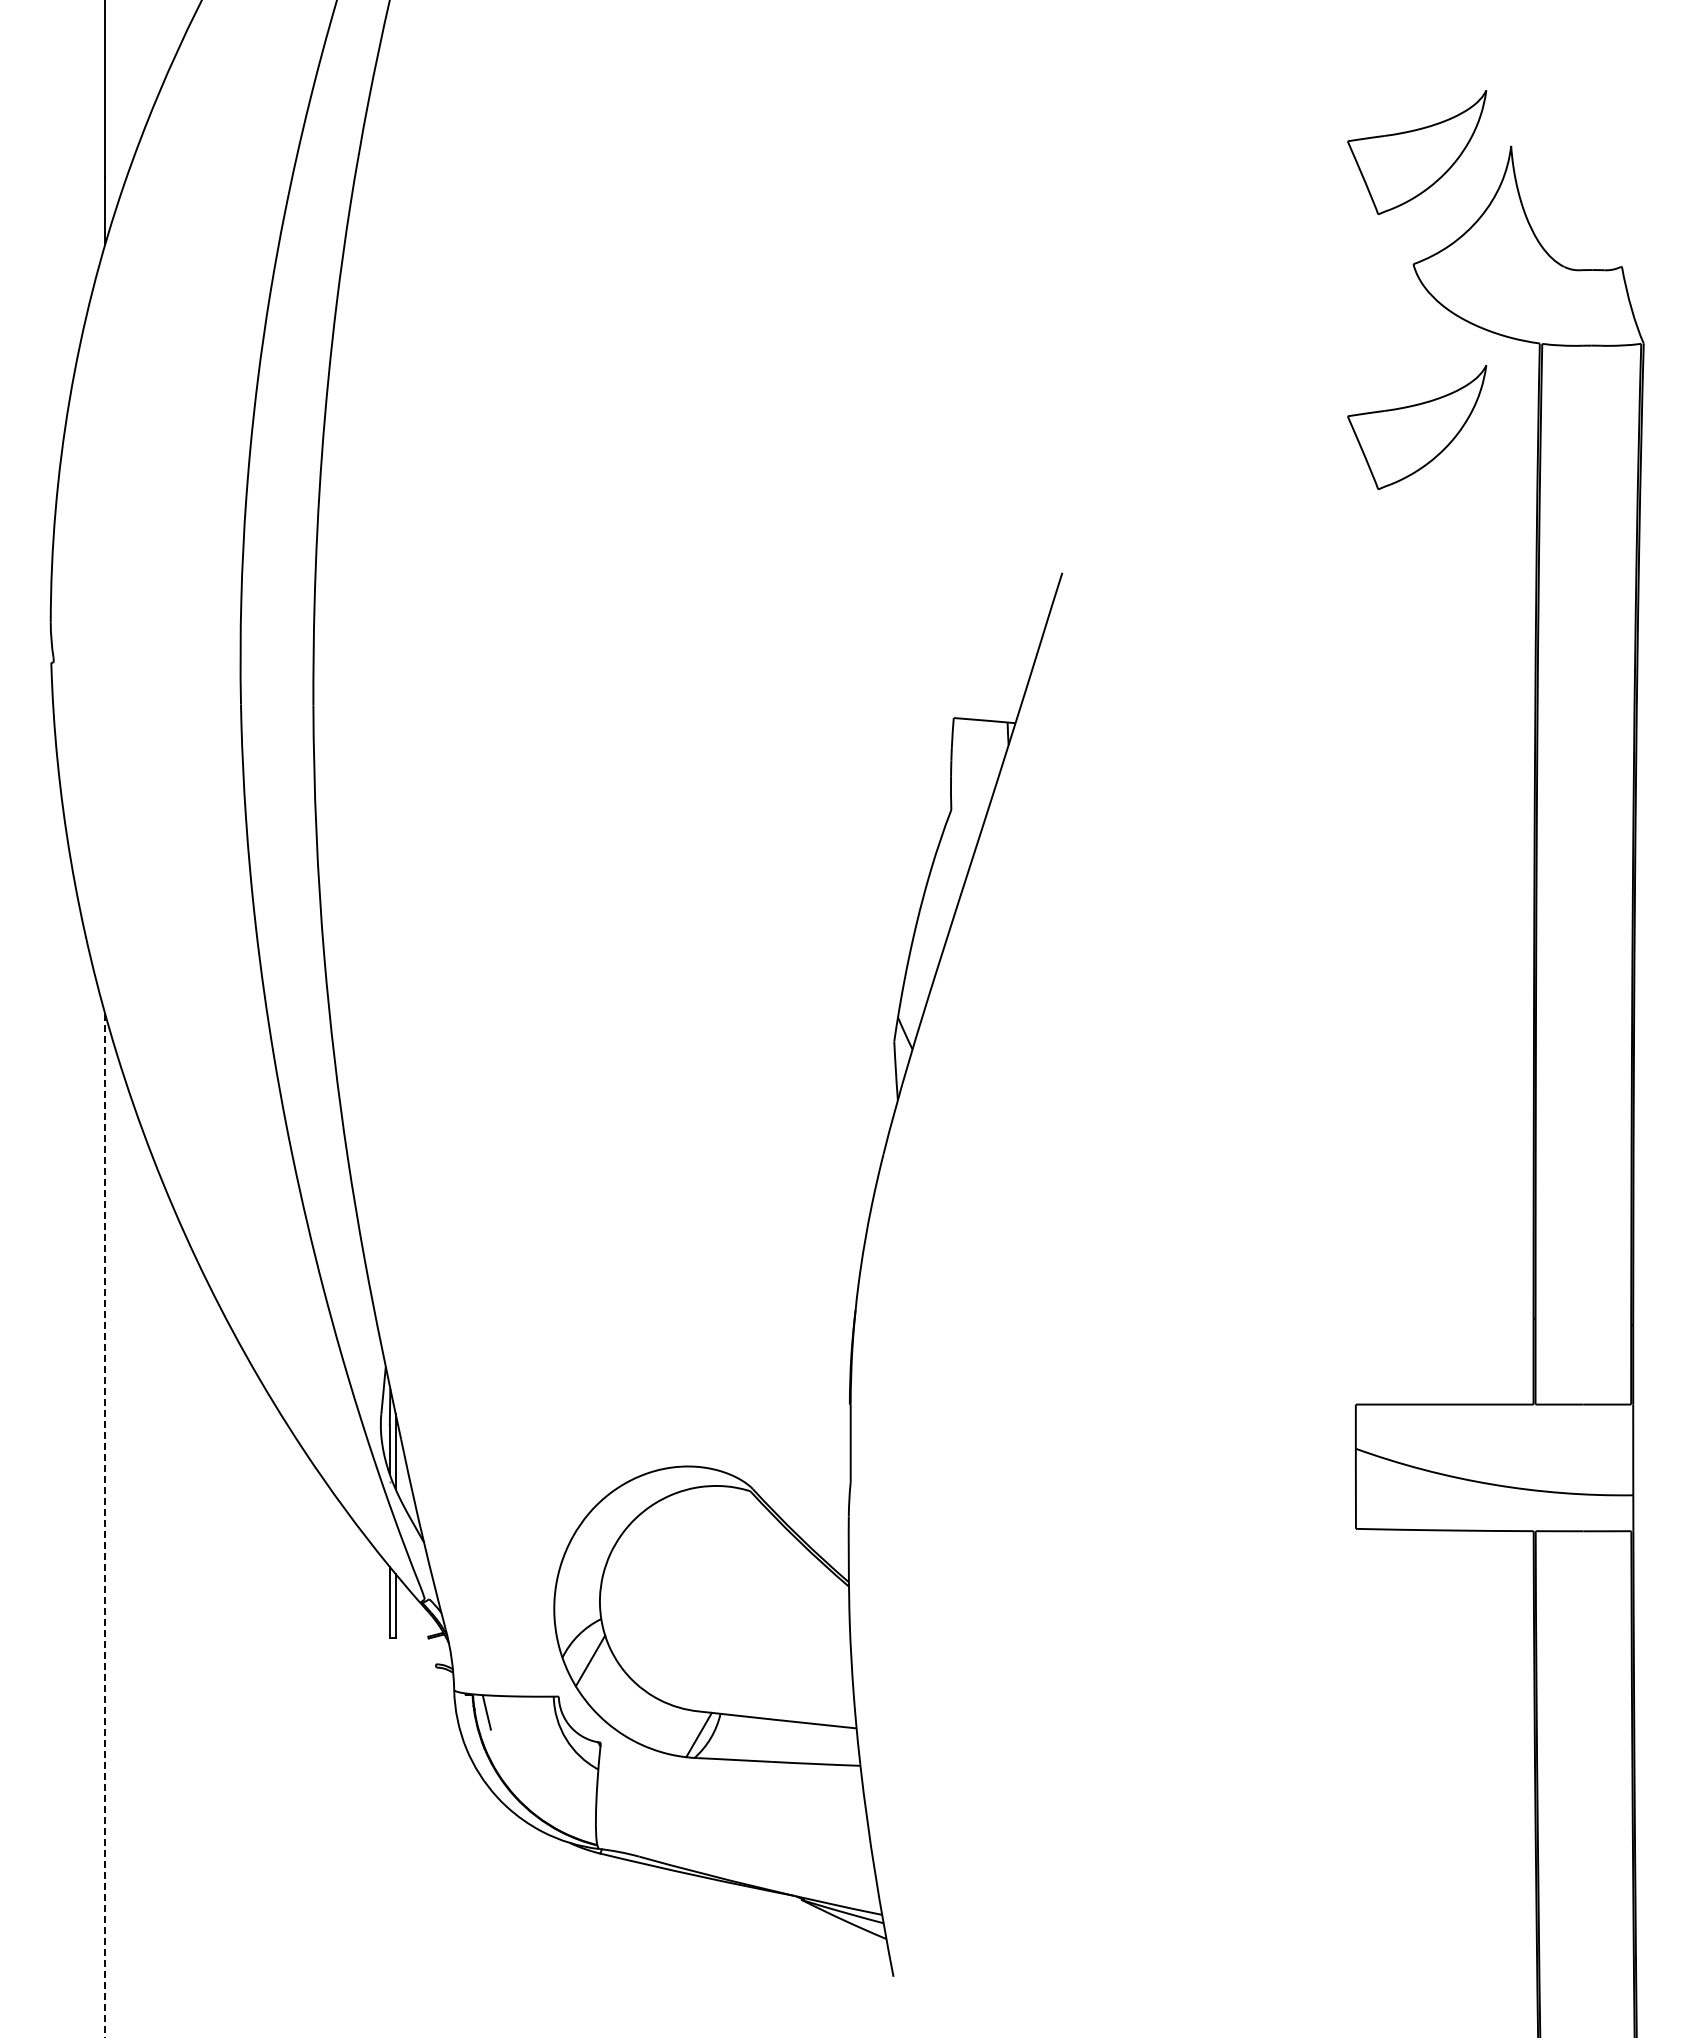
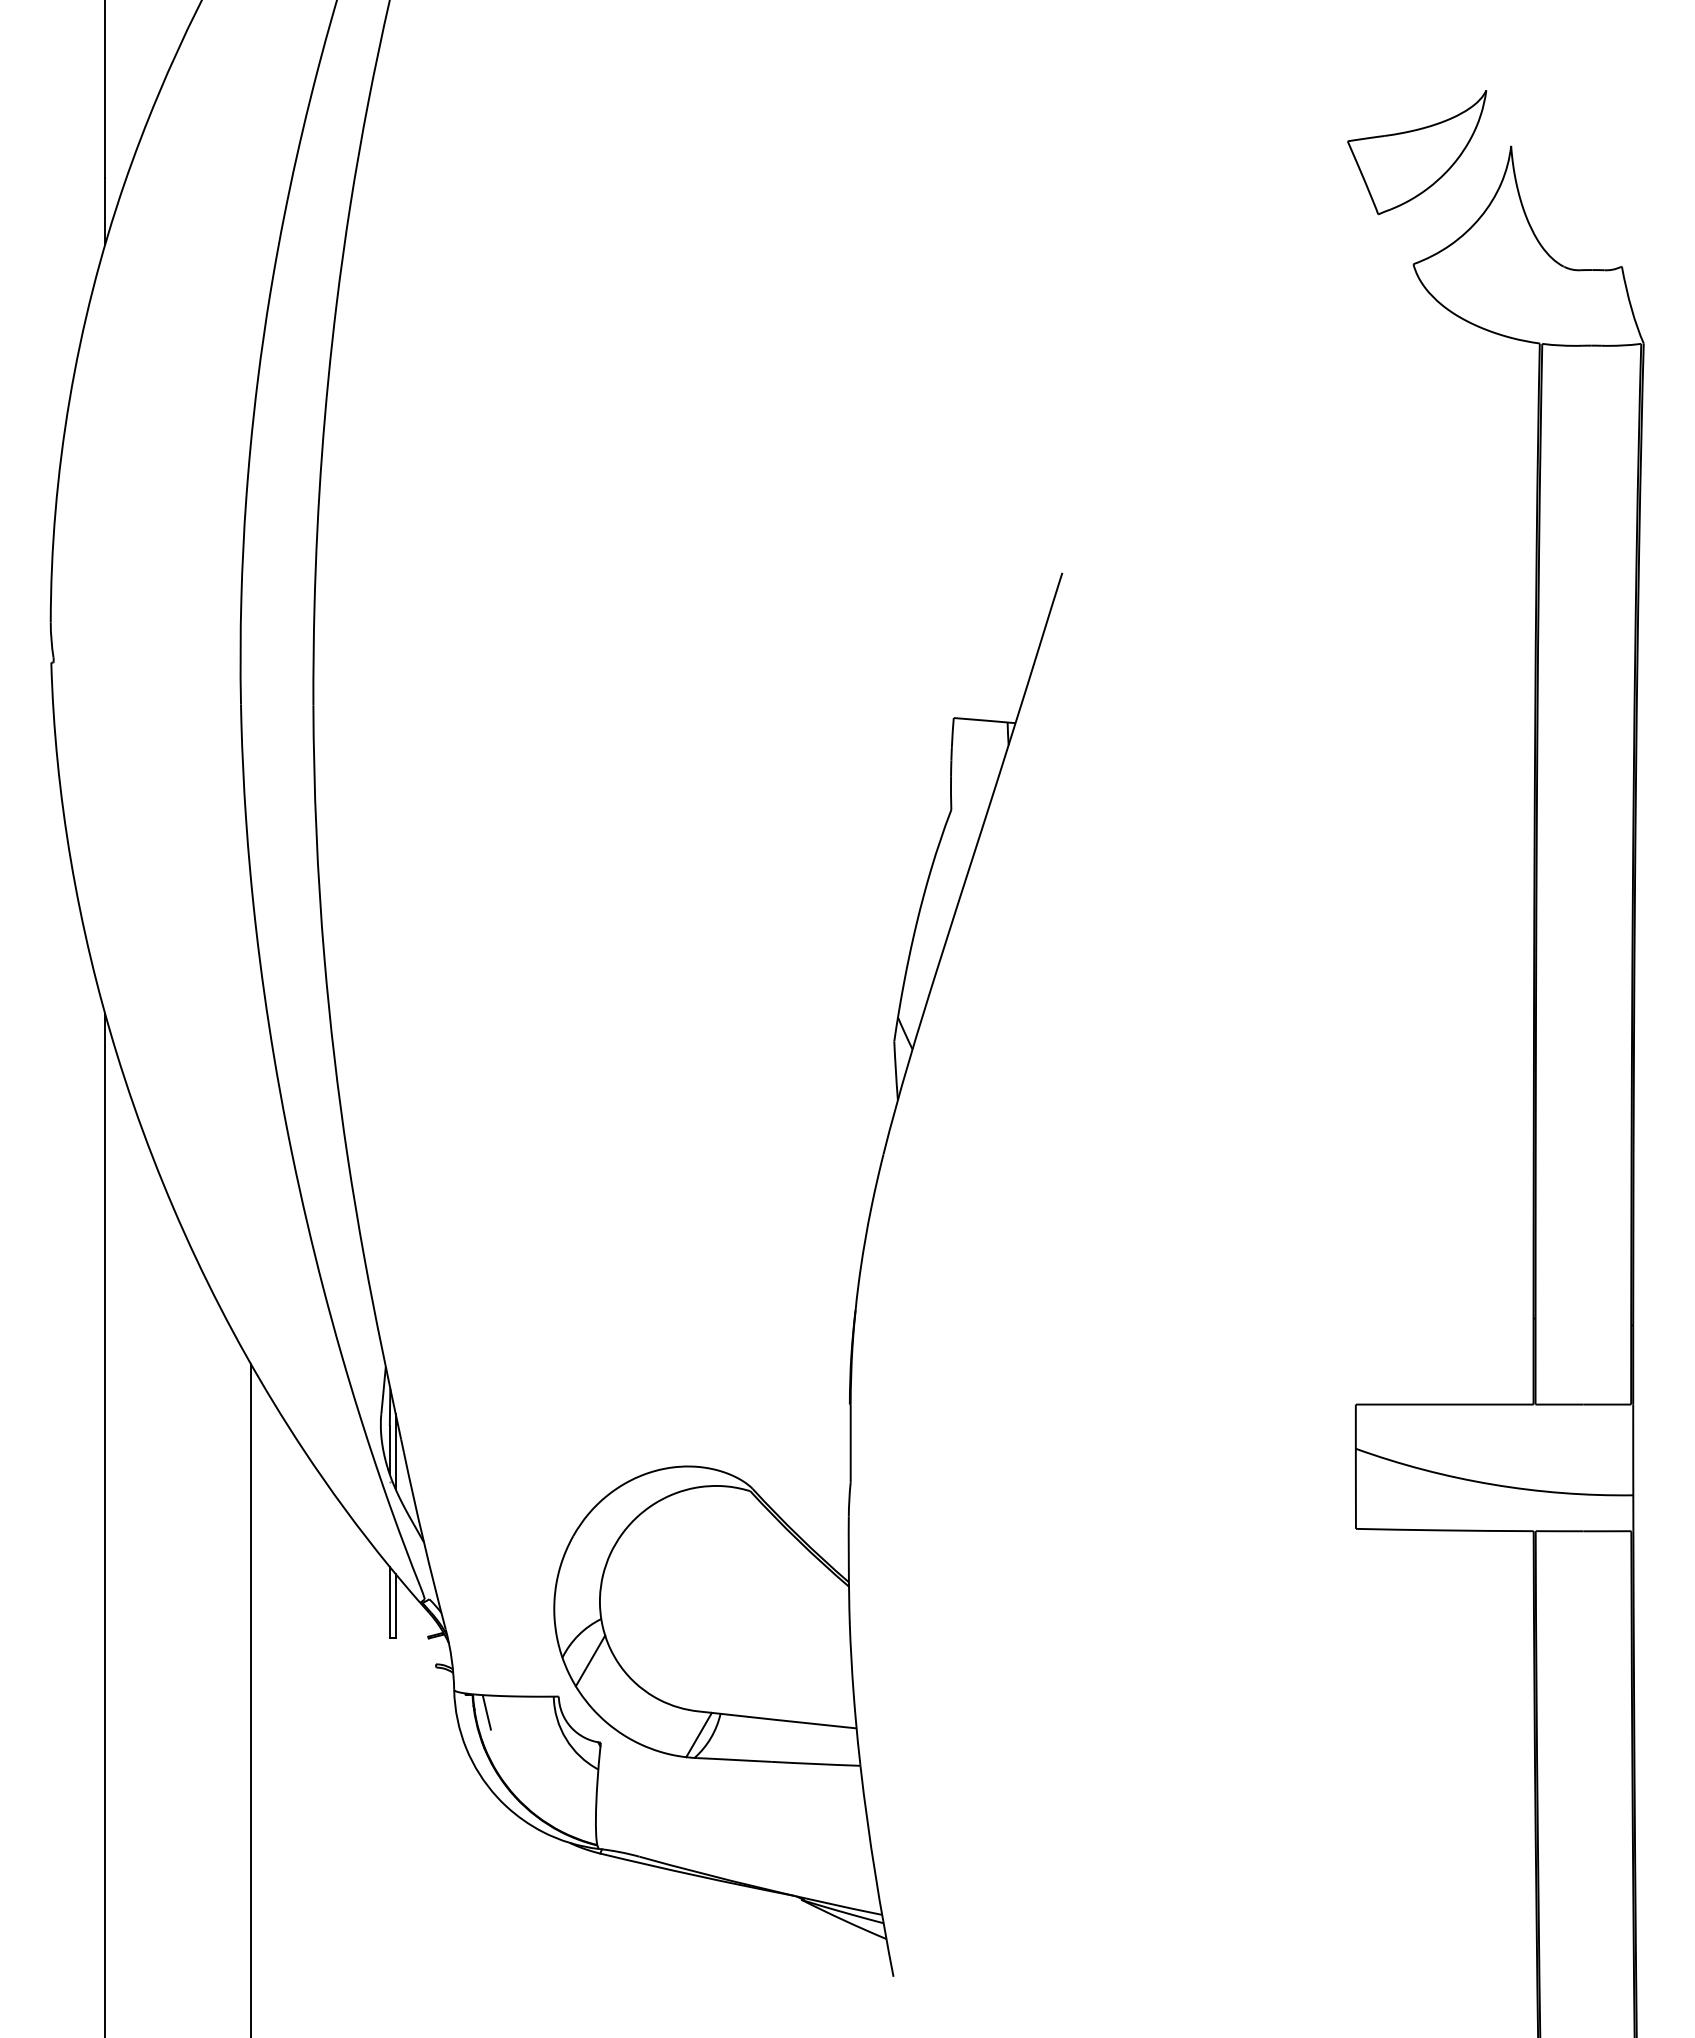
part at (1417, 427): present -> none
line at (105, 1526): dashed -> solid
line at (250, 1699): none -> present
